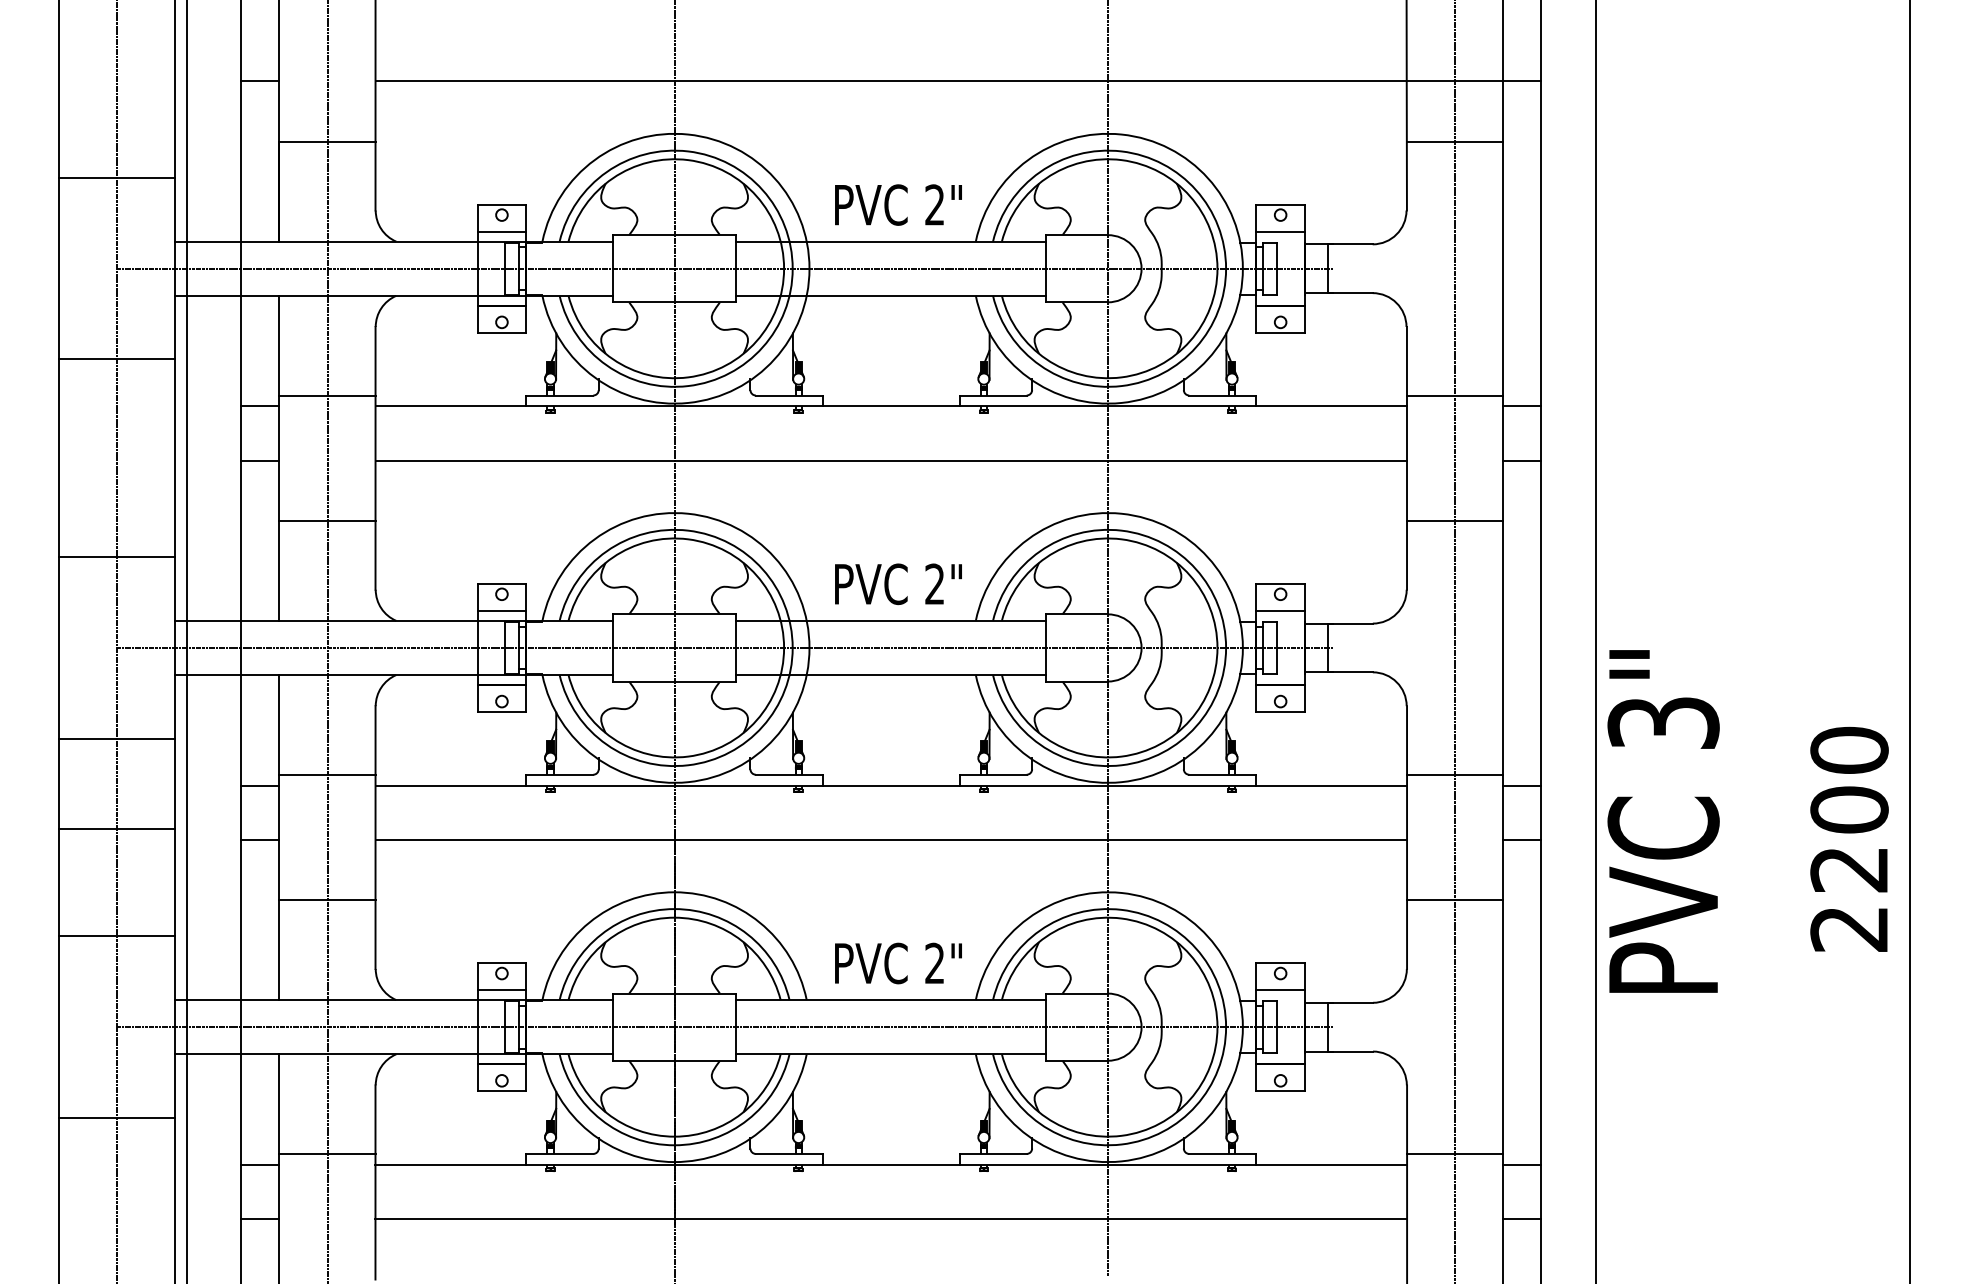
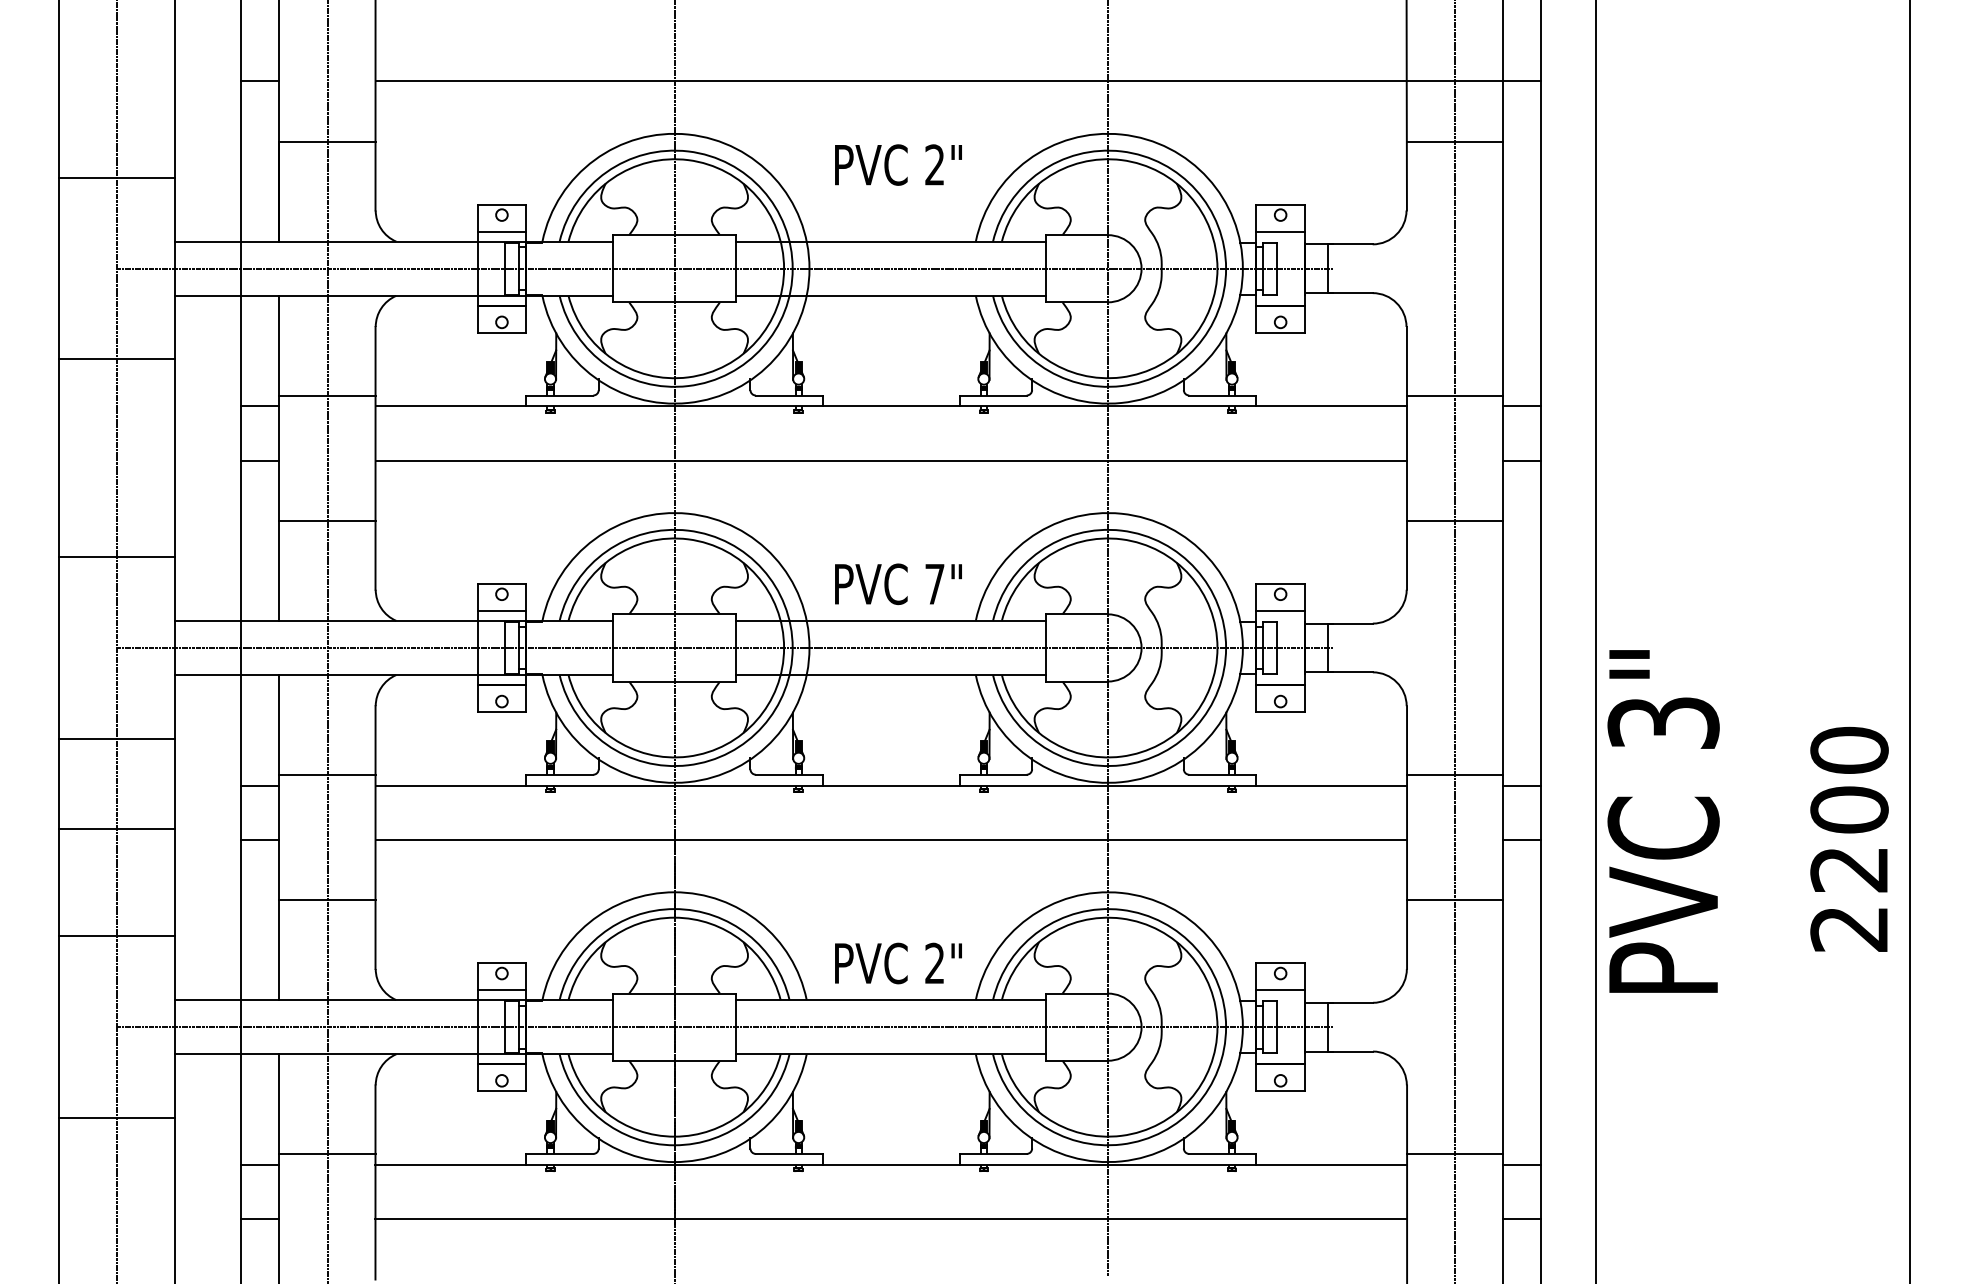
text at (898, 204) position: (898, 204) -> (898, 164)
text at (934, 583): 2" -> 7"
line at (187, 641): present -> none
